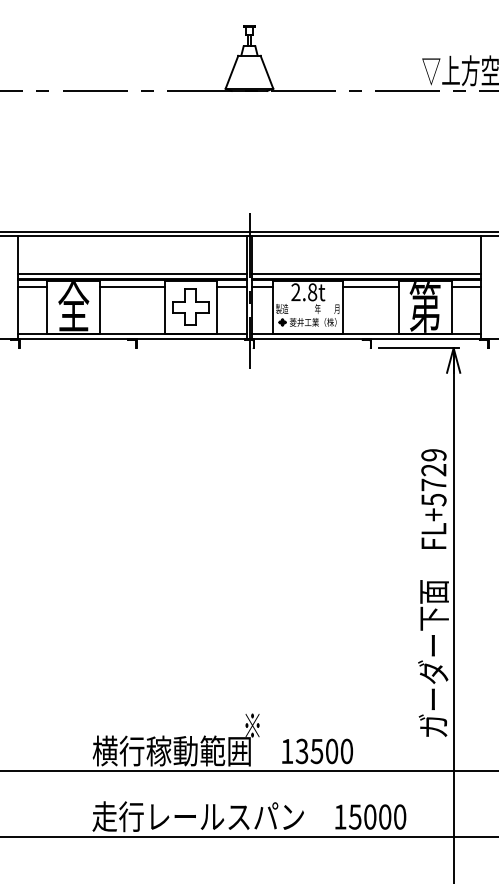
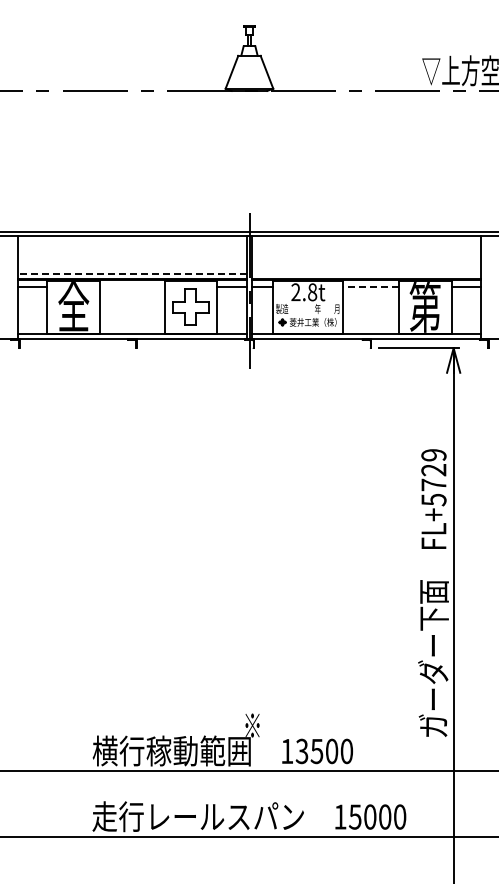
line at (131, 274): solid -> dashed
line at (366, 274): present -> none
line at (132, 286): present -> none
line at (371, 286): solid -> dashed
